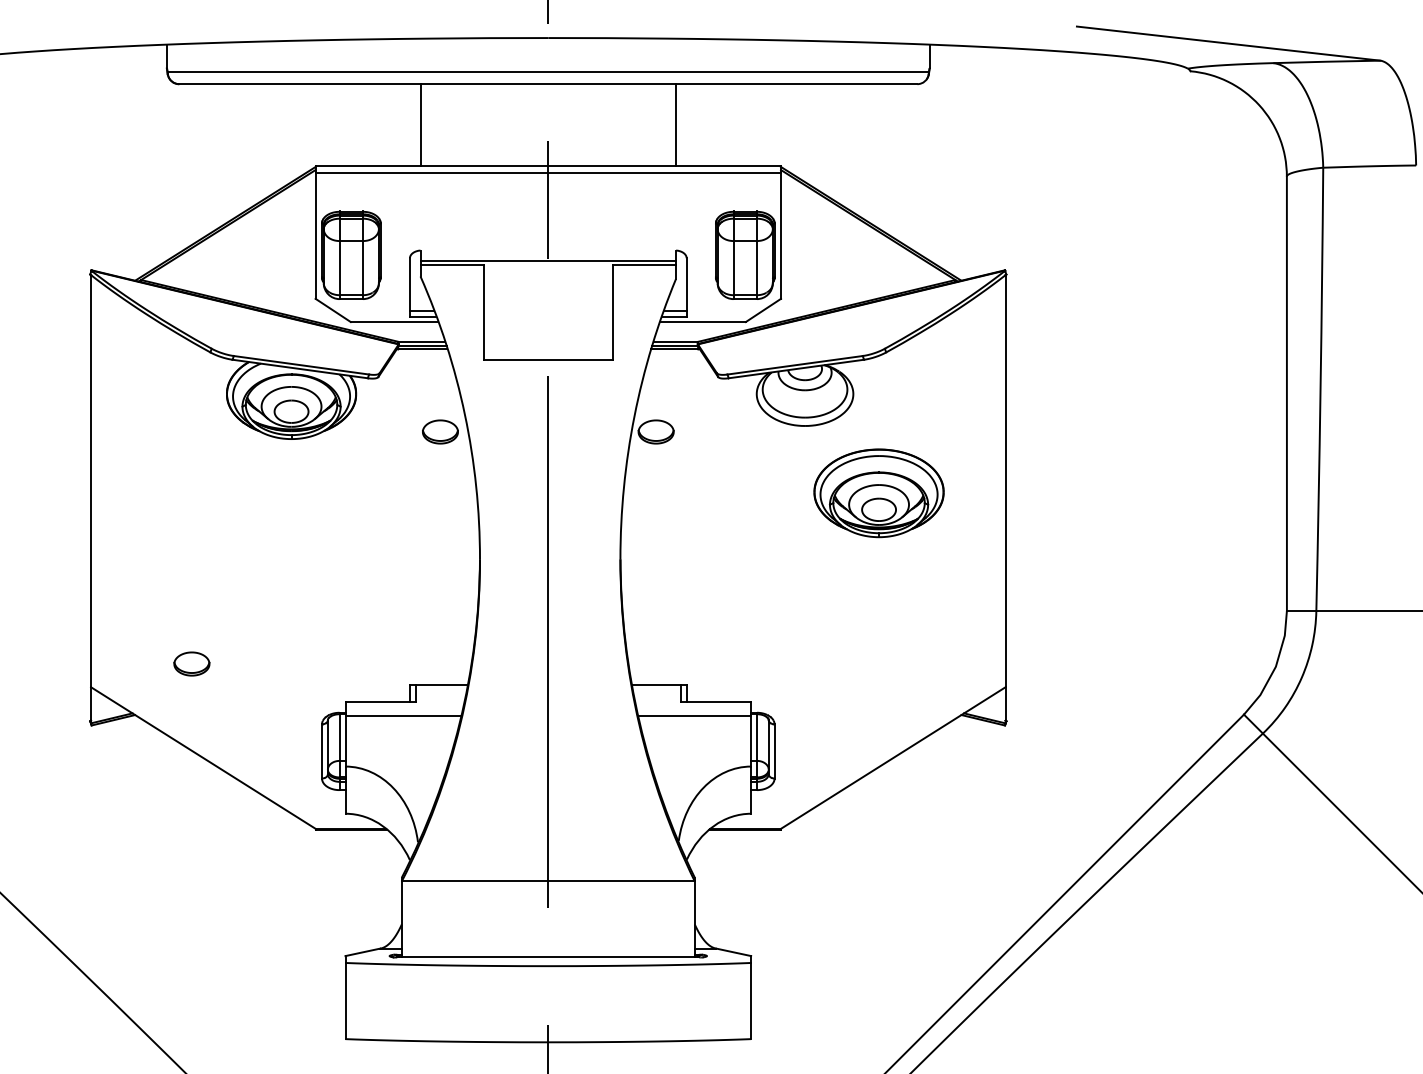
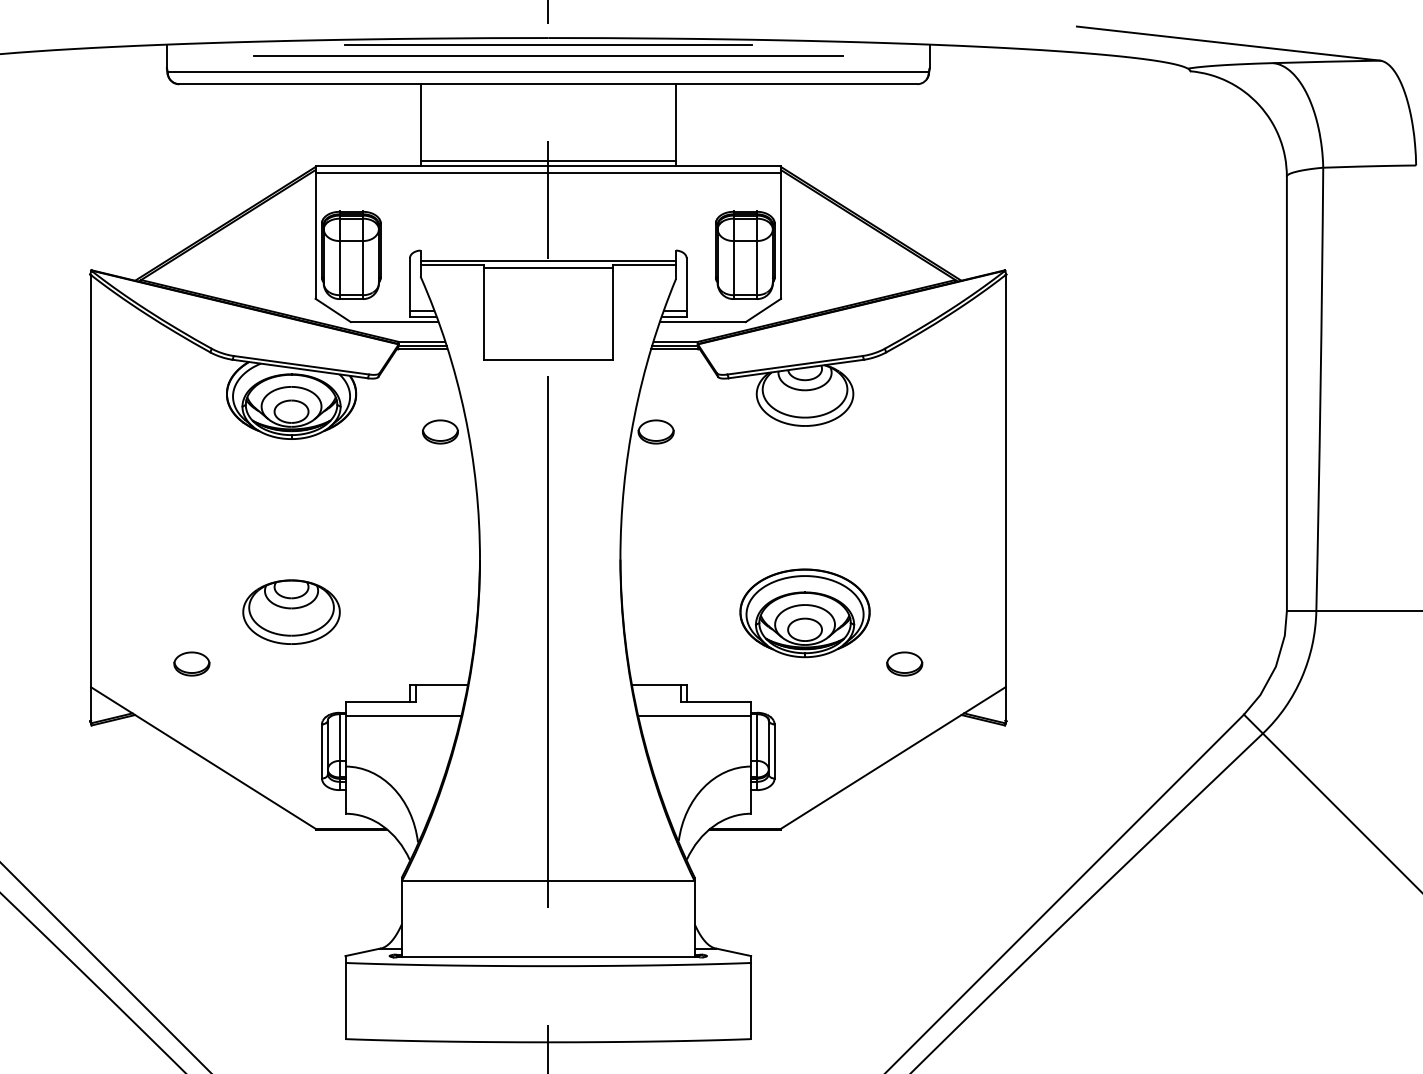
line at (547, 44): none -> present
line at (547, 56): none -> present
line at (548, 161): none -> present
line at (547, 268): none -> present
part at (878, 493) position: (878, 493) -> (804, 613)
part at (291, 611): none -> present
part at (904, 663): none -> present
line at (105, 967): none -> present
